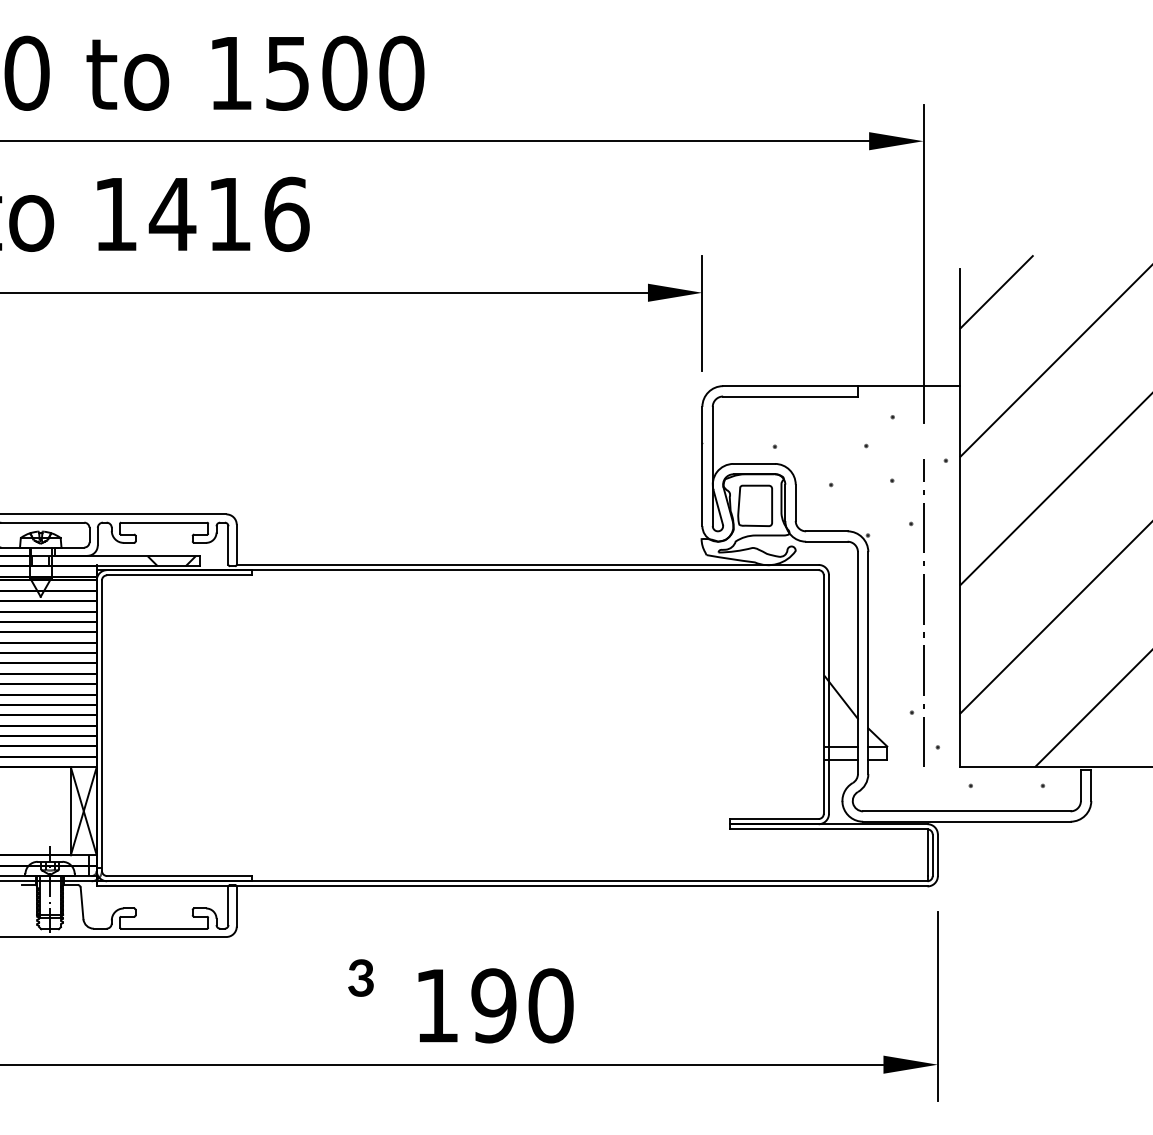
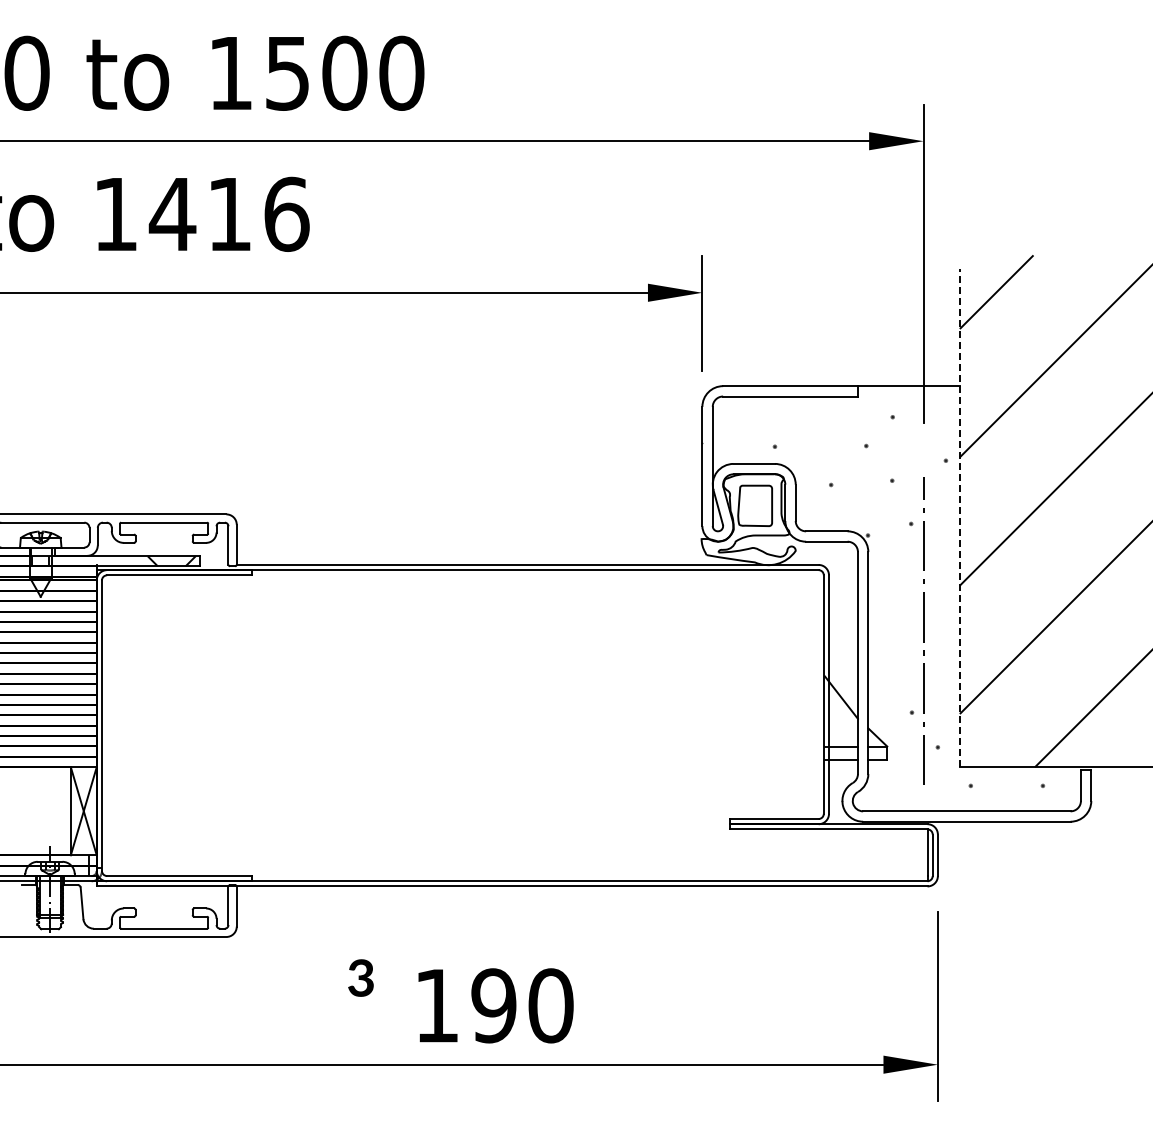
line at (959, 518): solid -> dashed
line at (923, 612) position: (923, 612) -> (923, 630)
